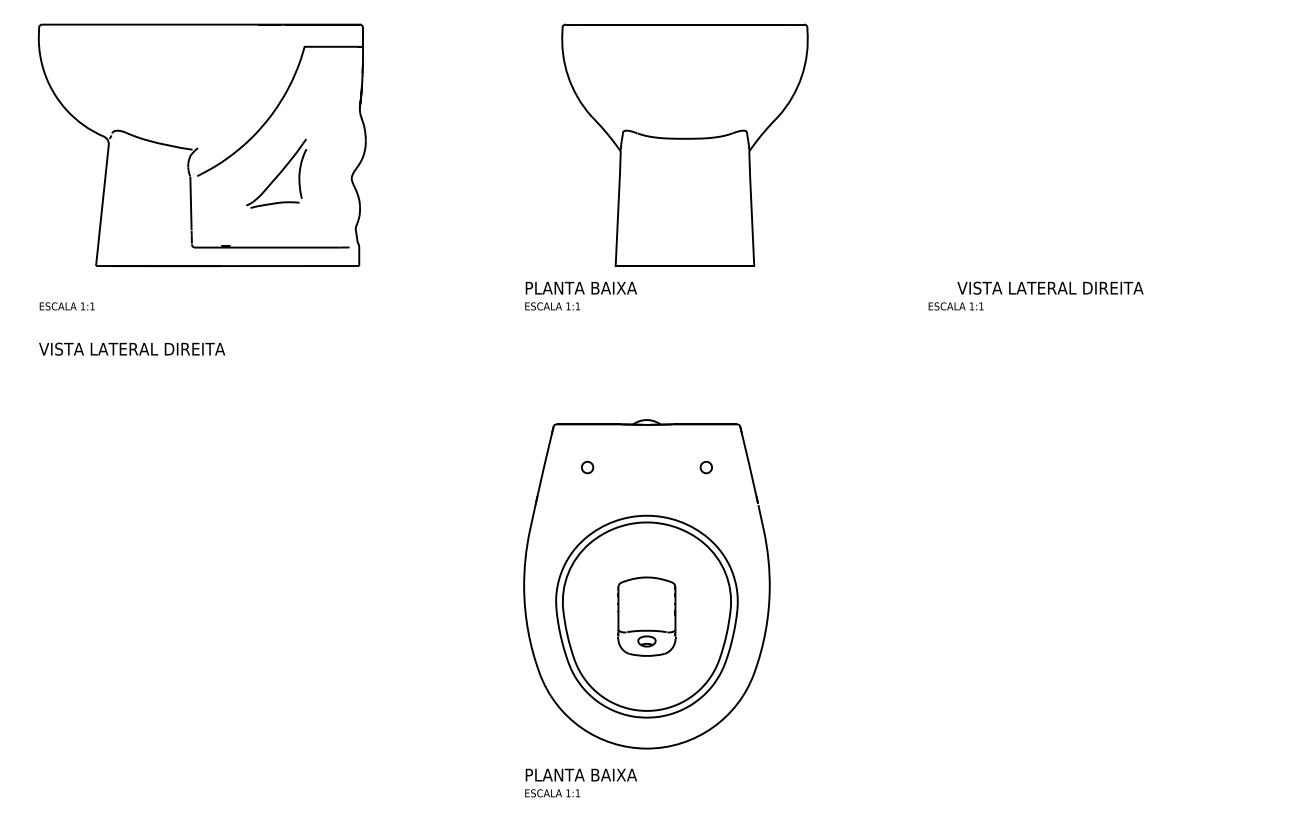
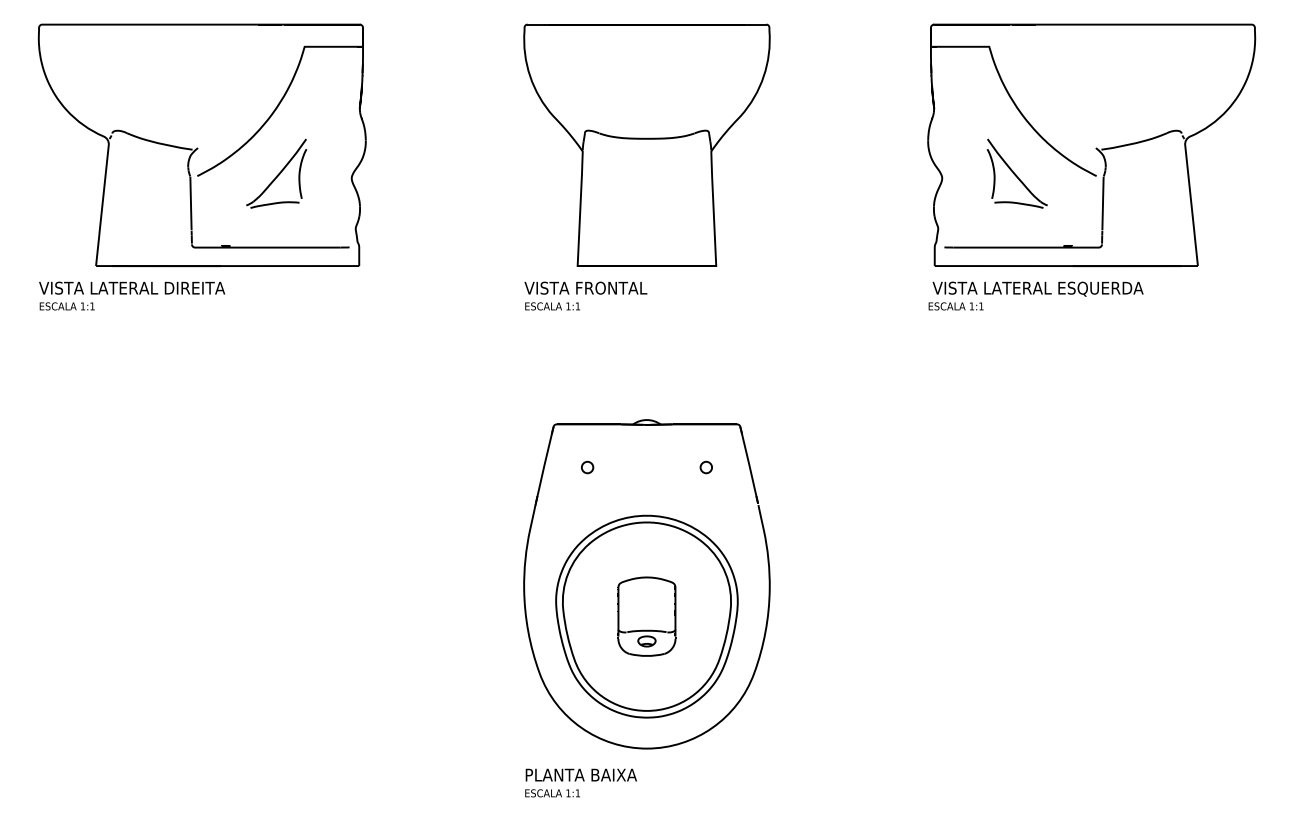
part at (684, 144) position: (684, 144) -> (646, 144)
part at (1091, 145): none -> present
text at (585, 287): PLANTA BAIXA -> VISTA FRONTAL
text at (1032, 288): VISTA LATERAL DIREITA -> VISTA LATERAL ESQUERDA
text at (132, 348) position: (132, 348) -> (132, 287)
